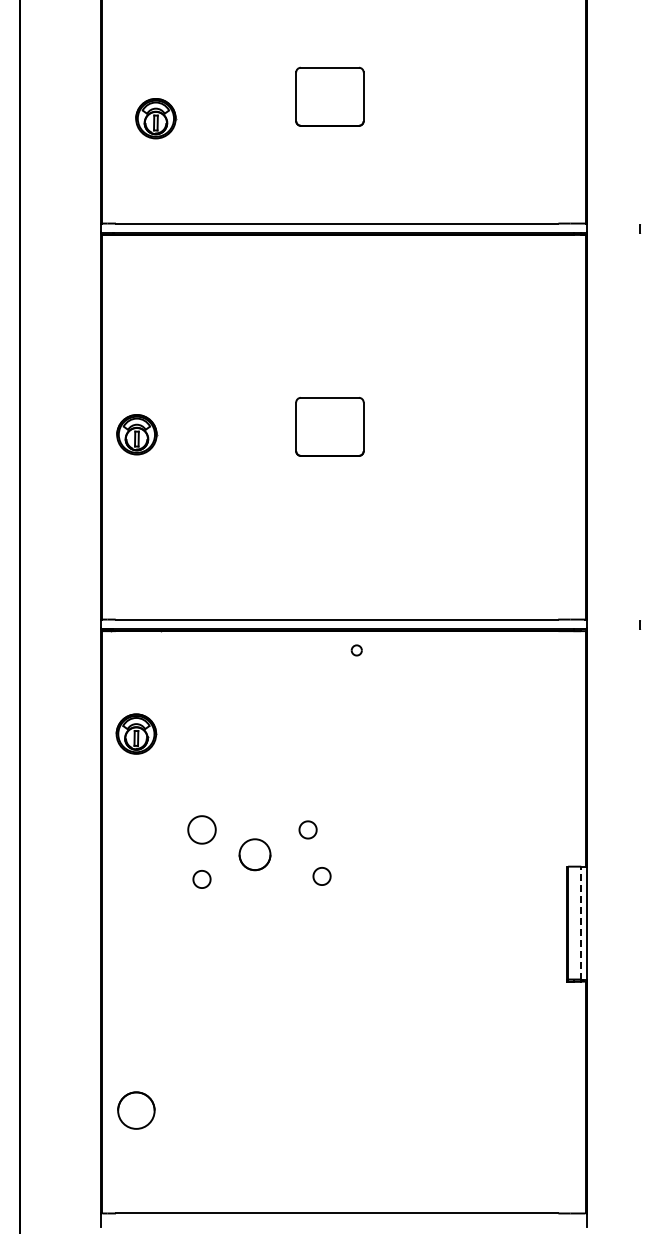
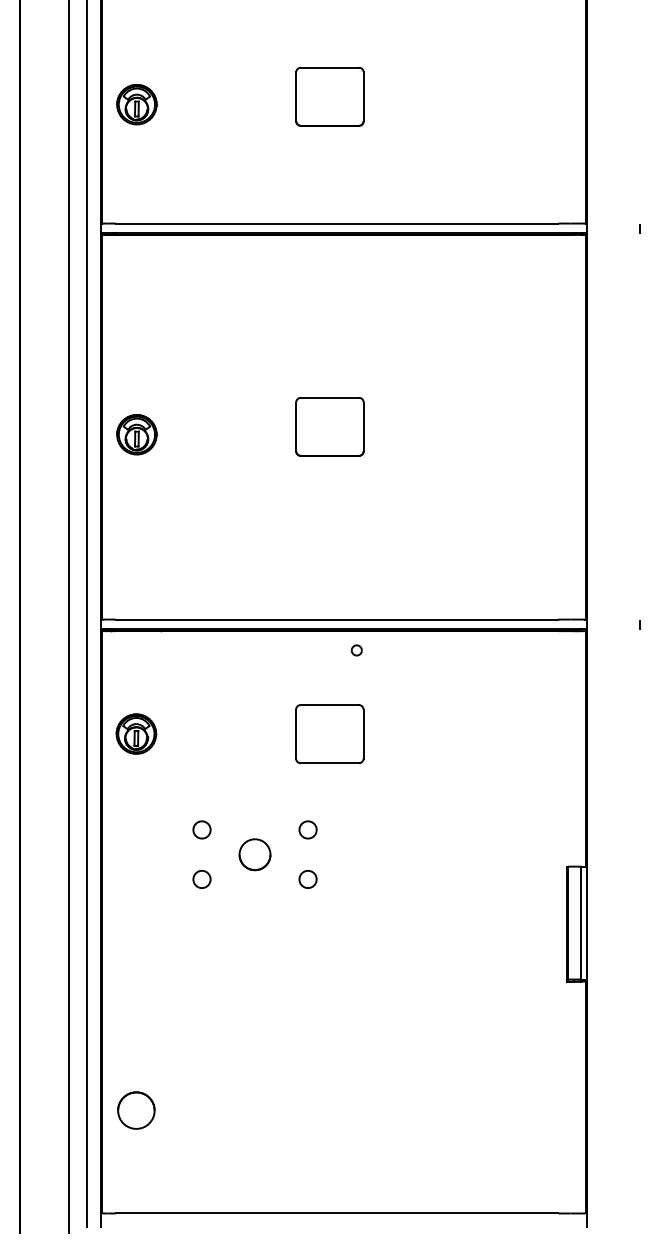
part at (156, 118) position: (156, 118) -> (137, 104)
line at (87, 614): none -> present
line at (69, 617): none -> present
part at (329, 734): none -> present
part at (201, 829) size: 30x30 px -> 20x20 px
part at (321, 876) position: (321, 876) -> (307, 879)
line at (581, 922): dashed -> solid
